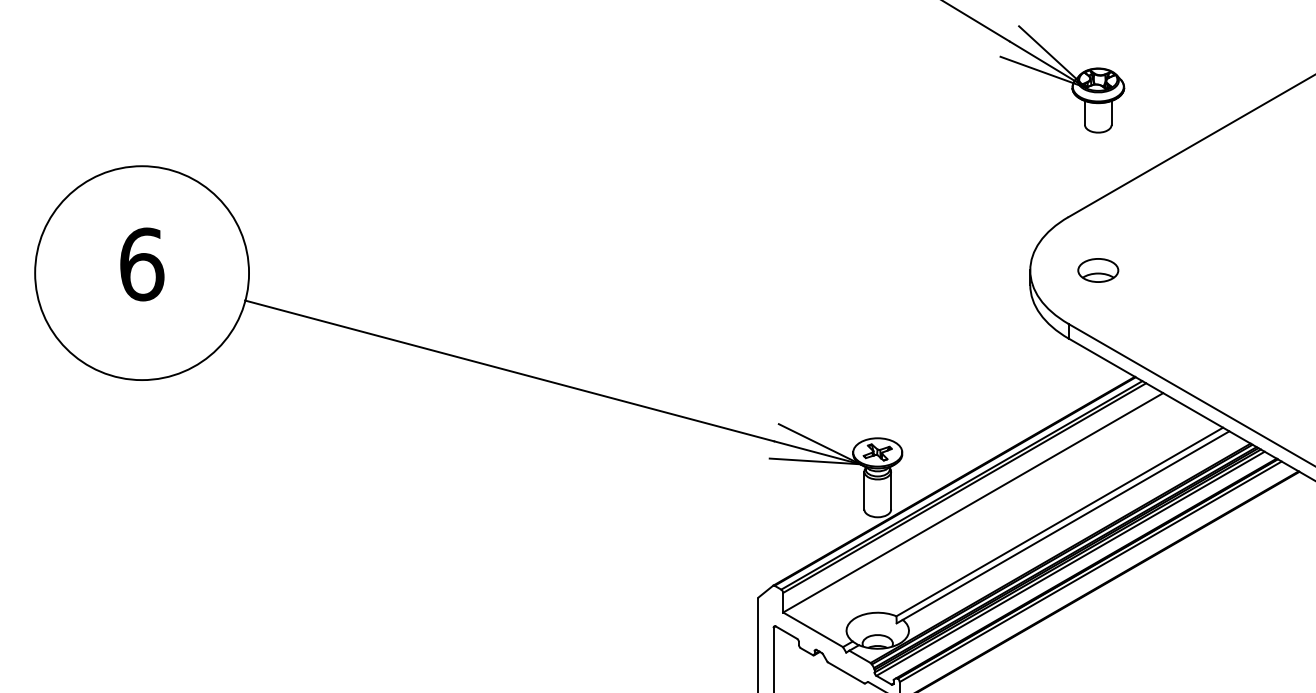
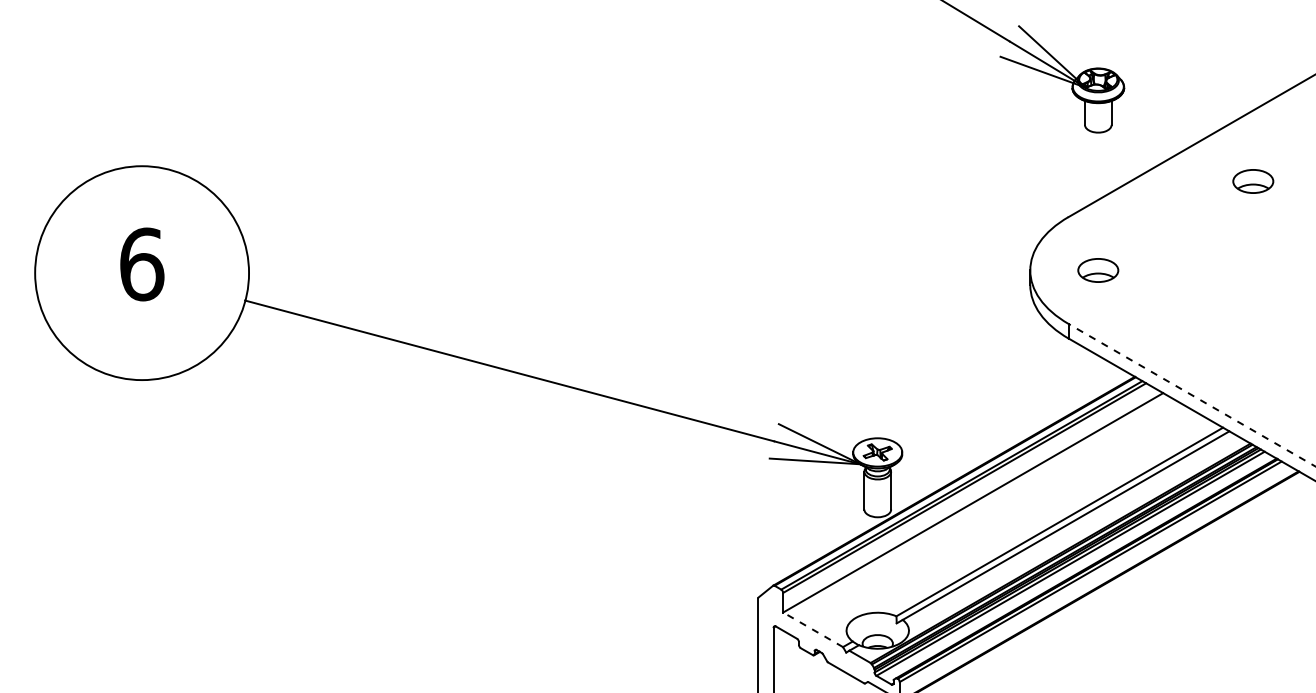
part at (1253, 181): none -> present
line at (1191, 395): solid -> dashed
line at (813, 629): solid -> dashed
